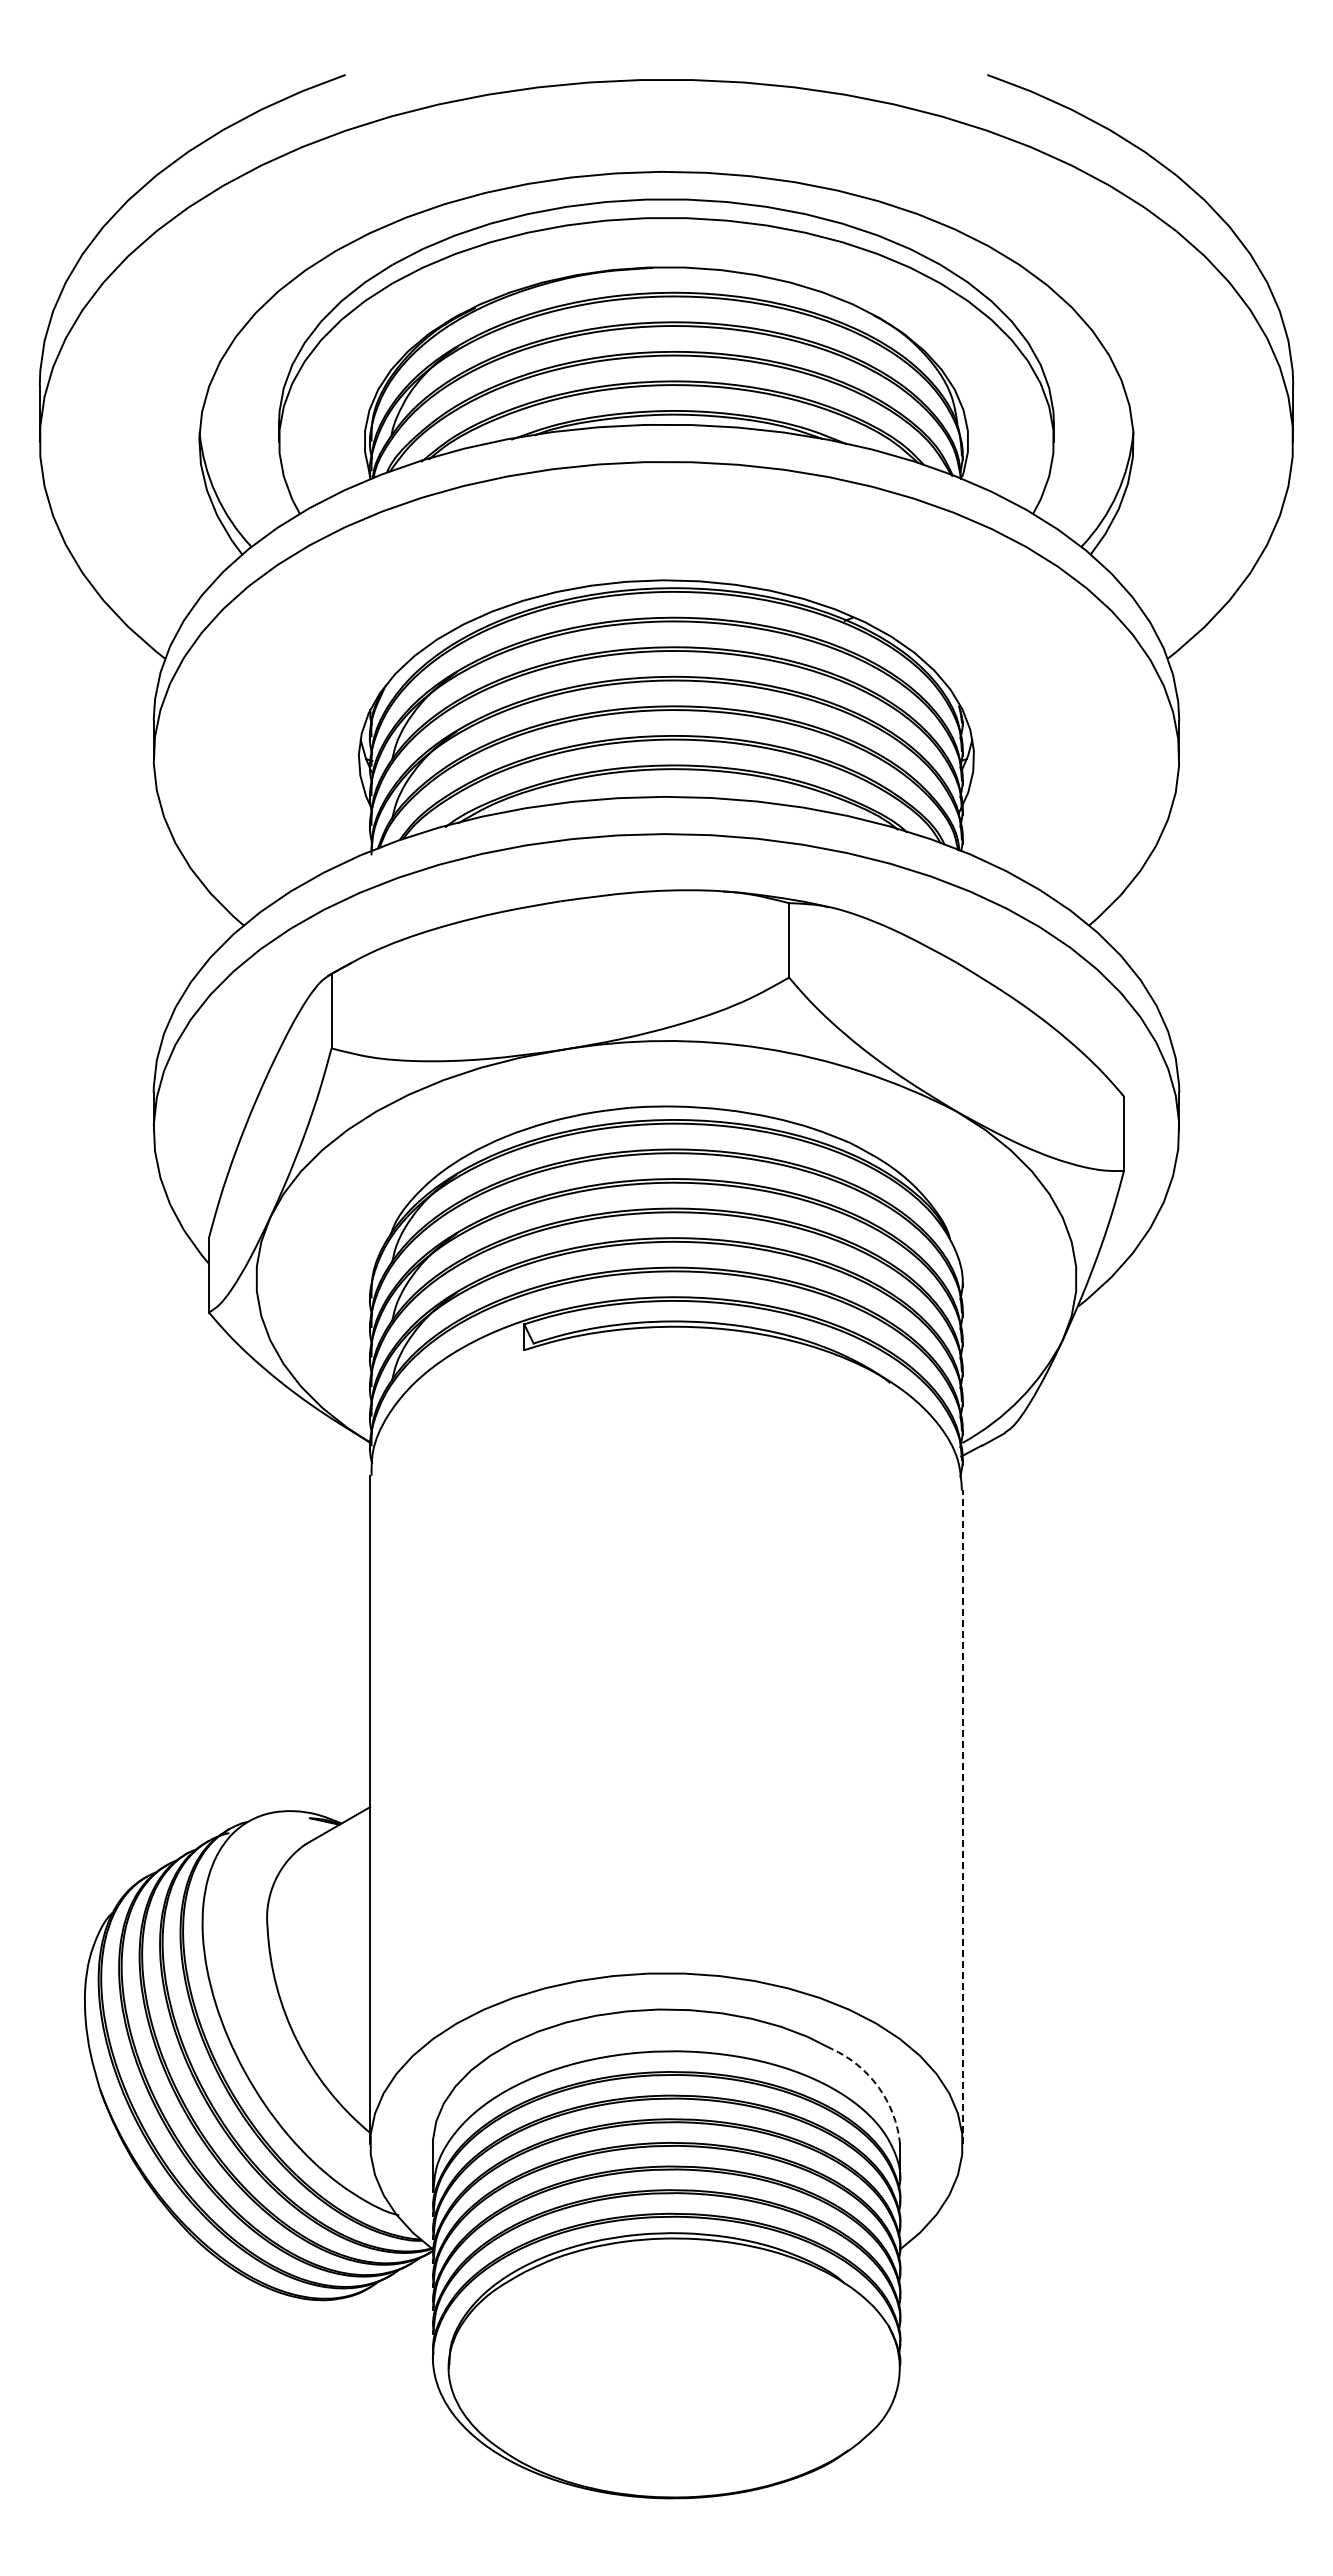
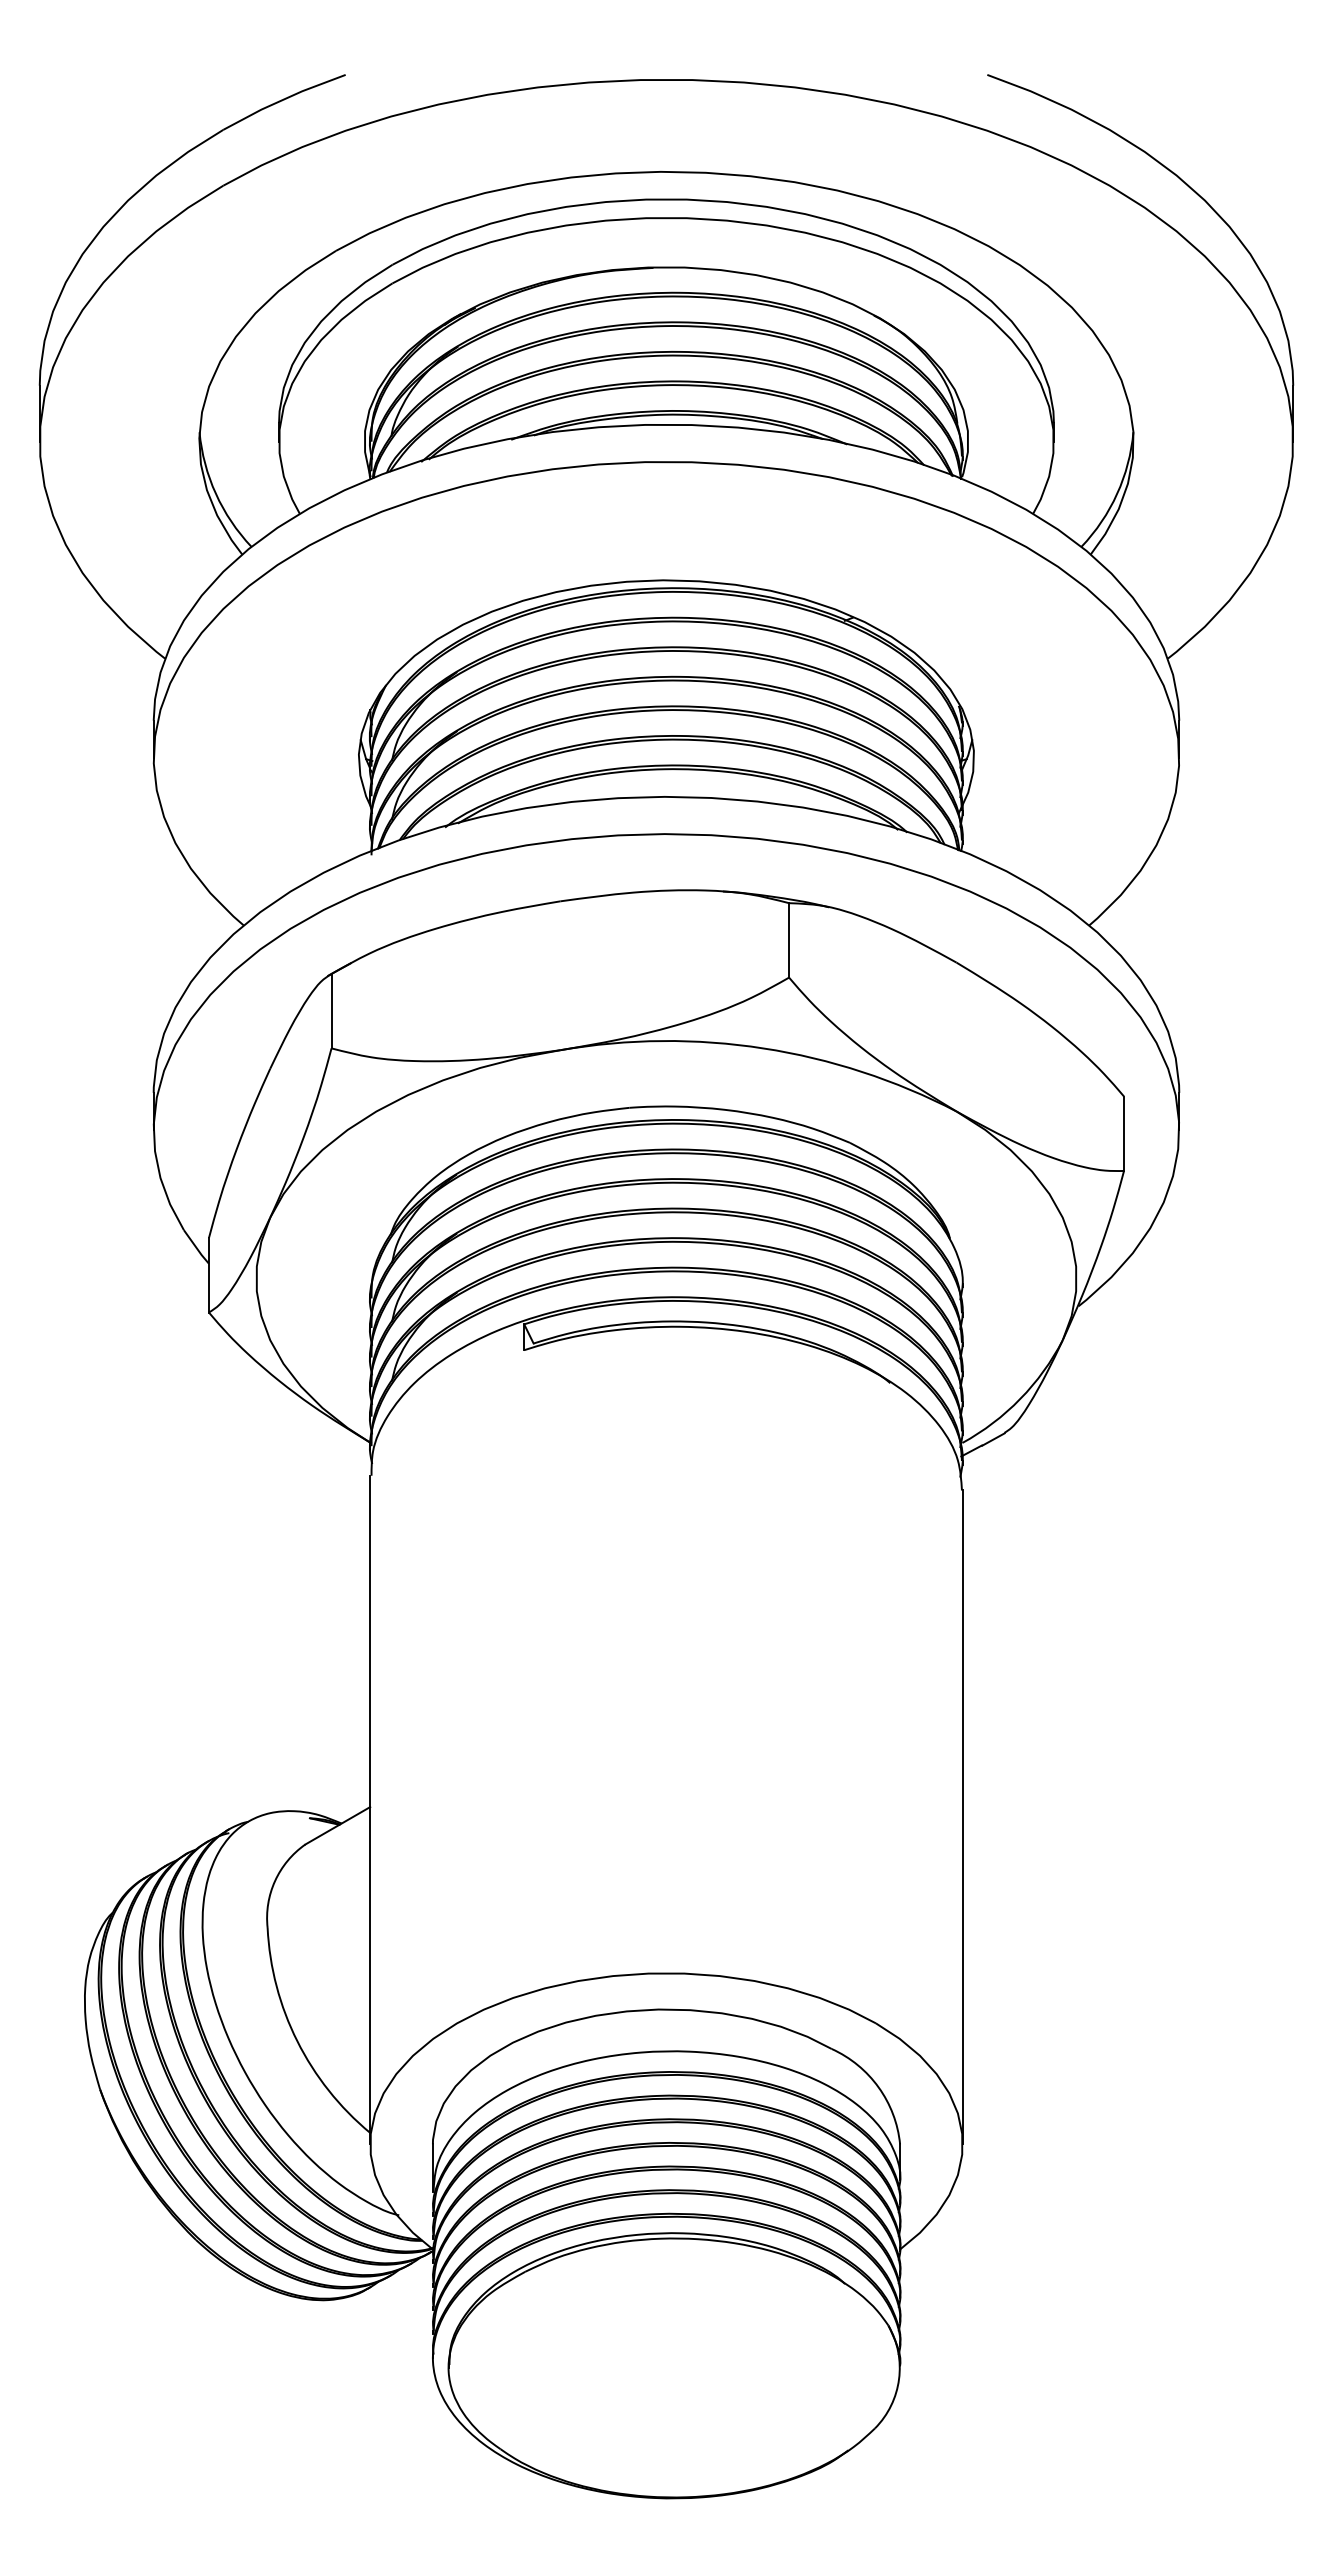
line at (962, 1817): dashed -> solid
arc at (878, 2087): dashed -> solid
